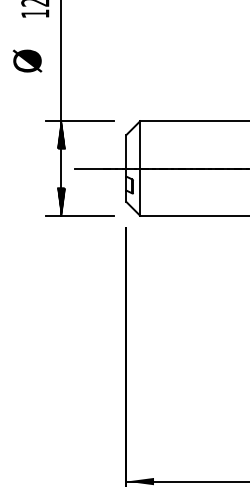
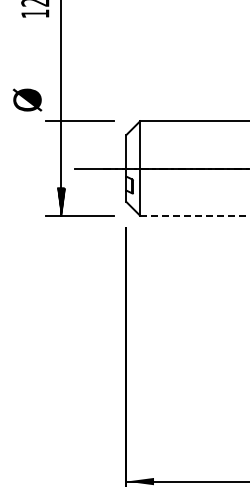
text at (27, 60) position: (27, 60) -> (27, 99)
hatch at (61, 134): present -> none
line at (195, 215): solid -> dashed
